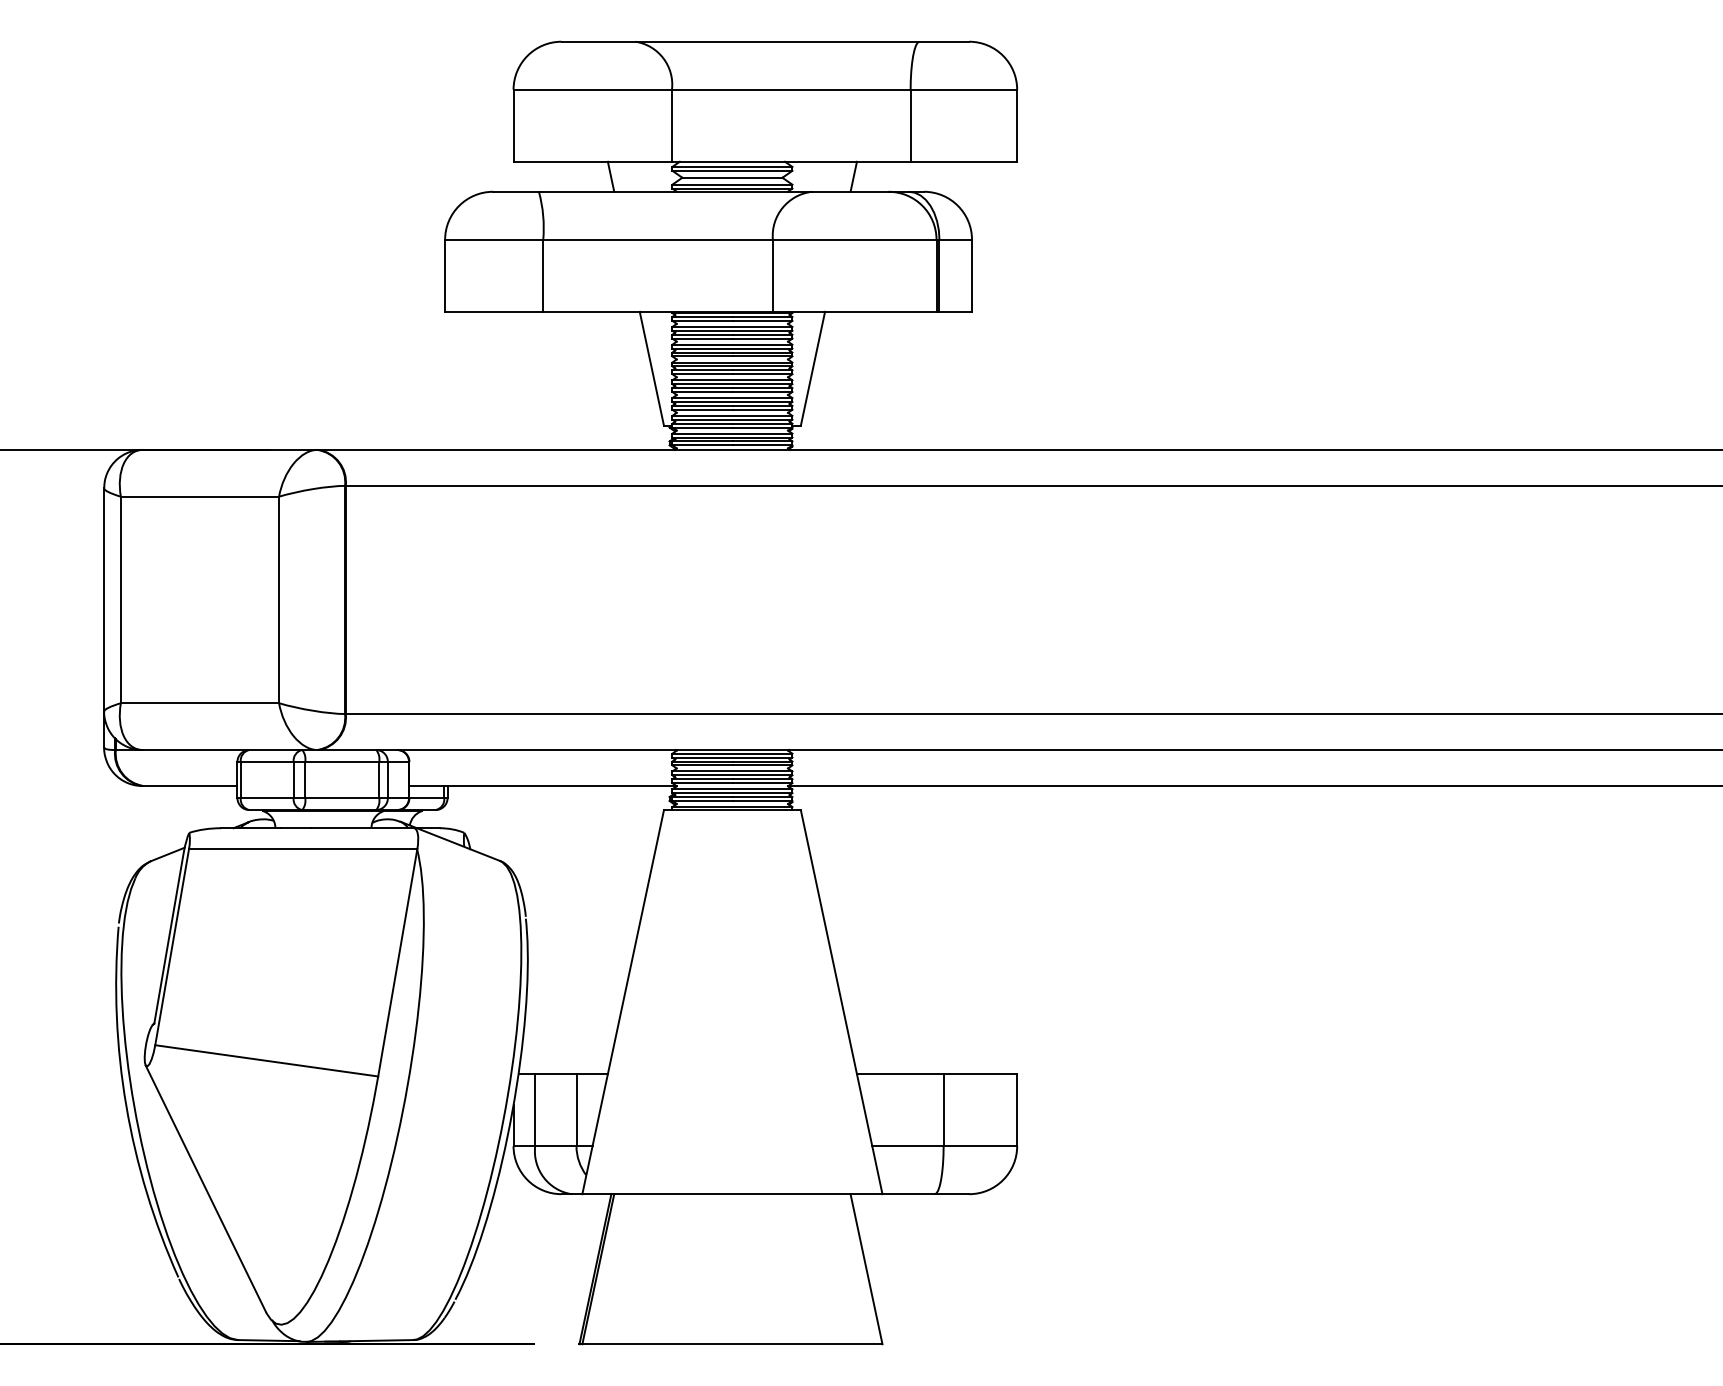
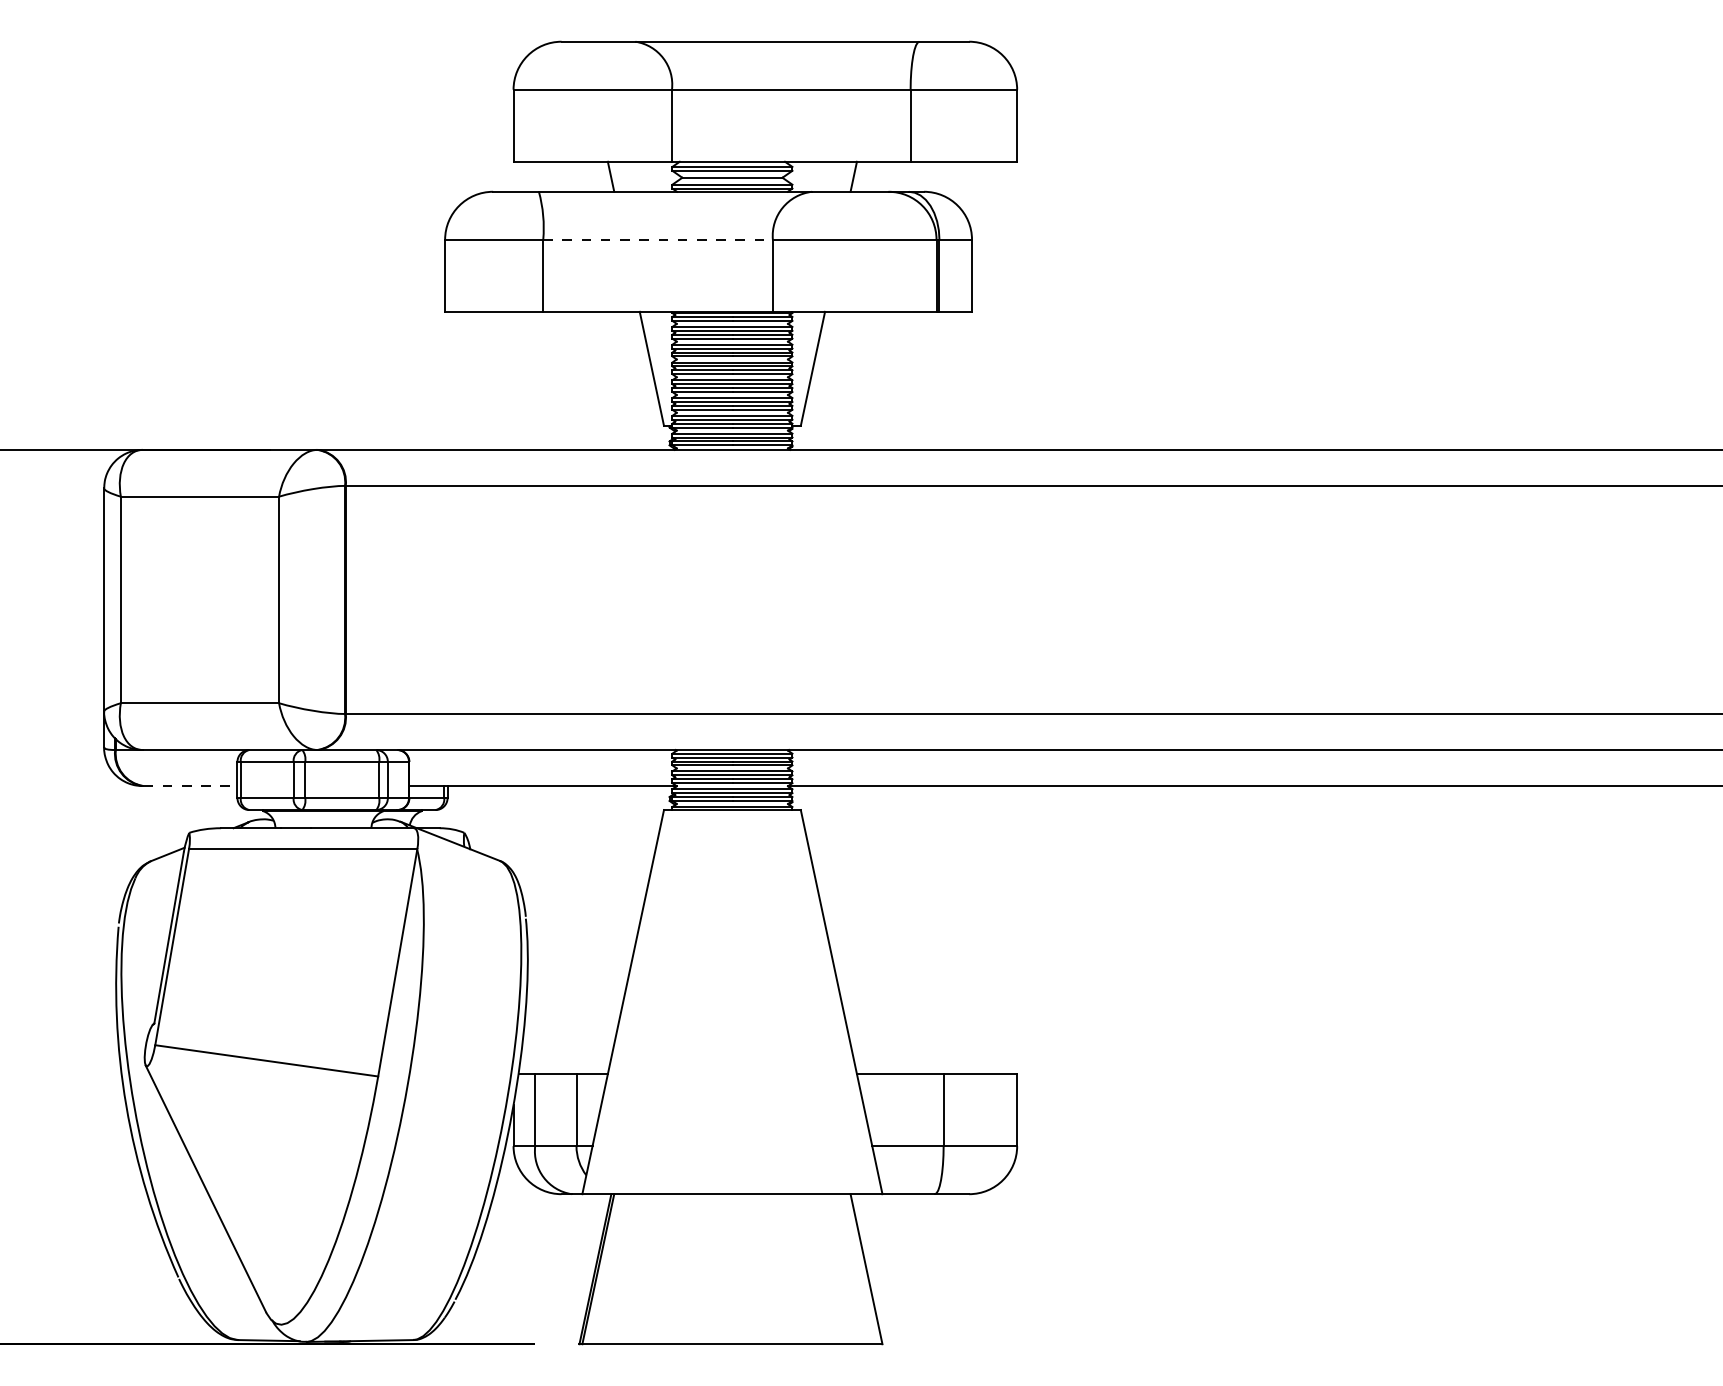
line at (658, 239): solid -> dashed
line at (190, 786): solid -> dashed
